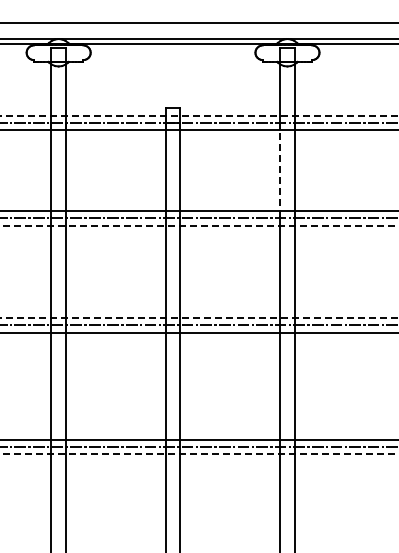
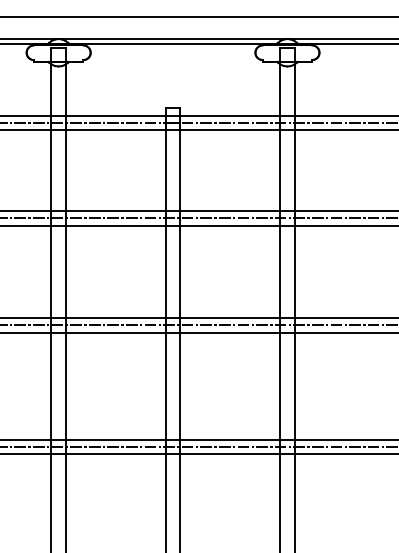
line at (198, 22) position: (198, 22) -> (198, 16)
line at (199, 115): dashed -> solid
line at (280, 172): dashed -> solid
line at (199, 225): dashed -> solid
line at (199, 317): dashed -> solid
line at (199, 454): dashed -> solid
